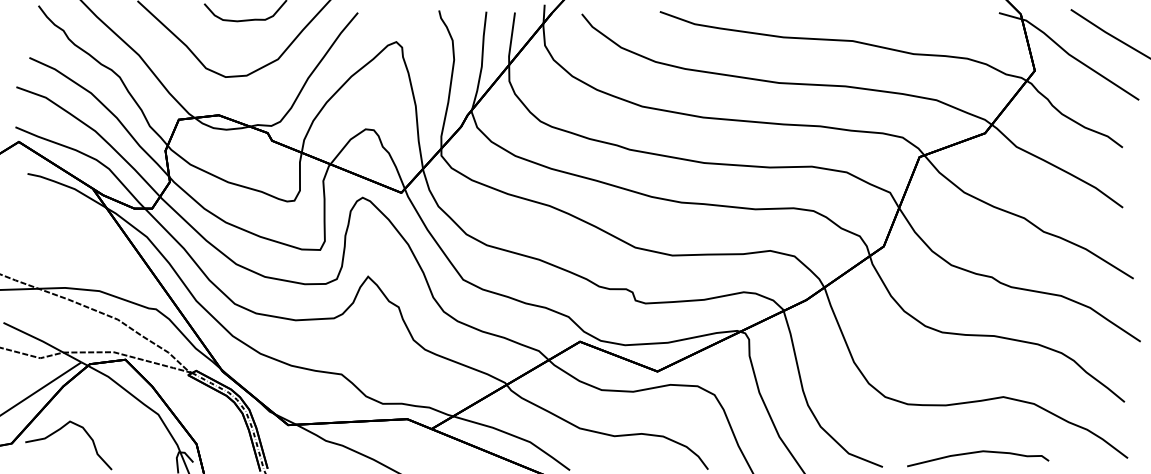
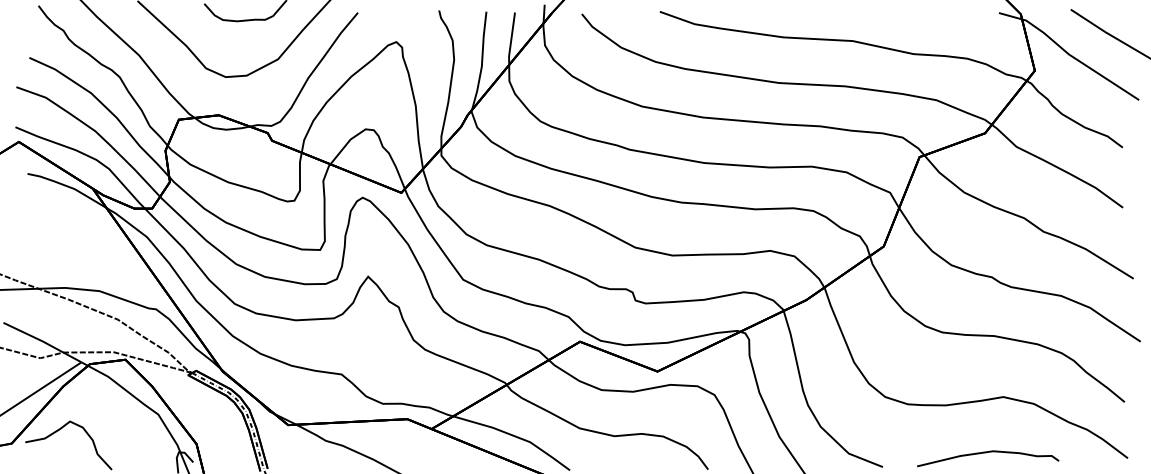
curve at (976, 453) position: (976, 453) -> (986, 453)
